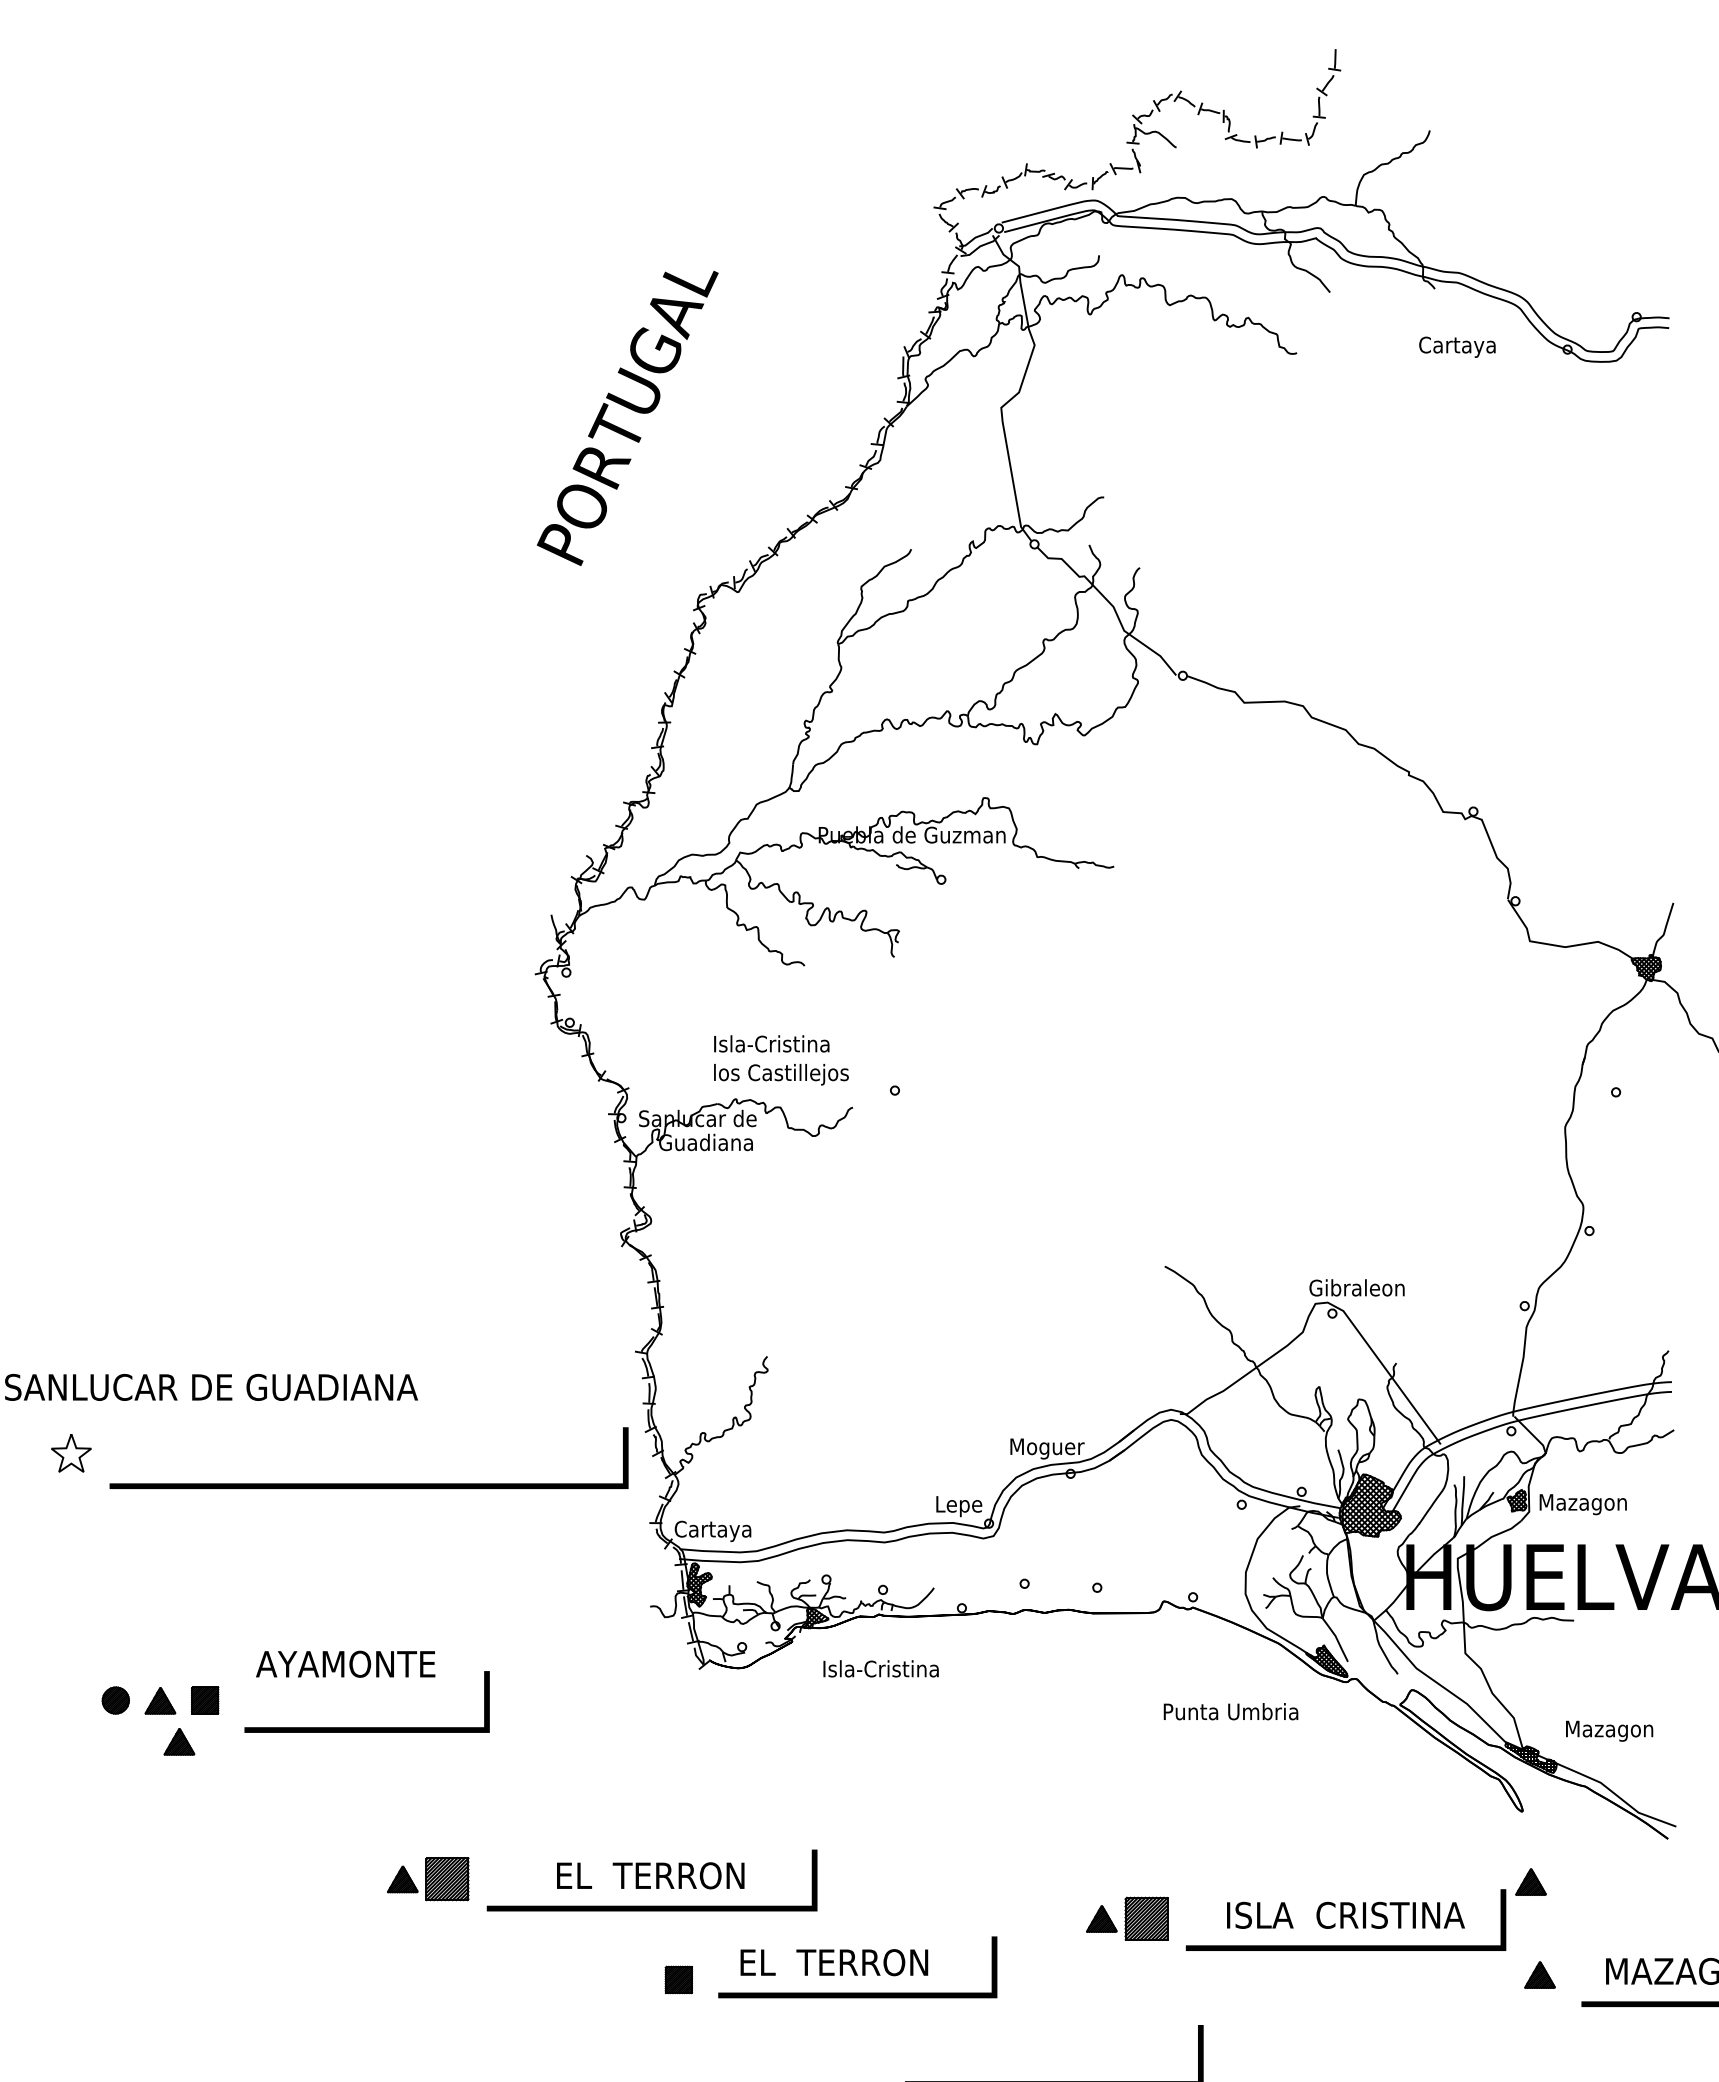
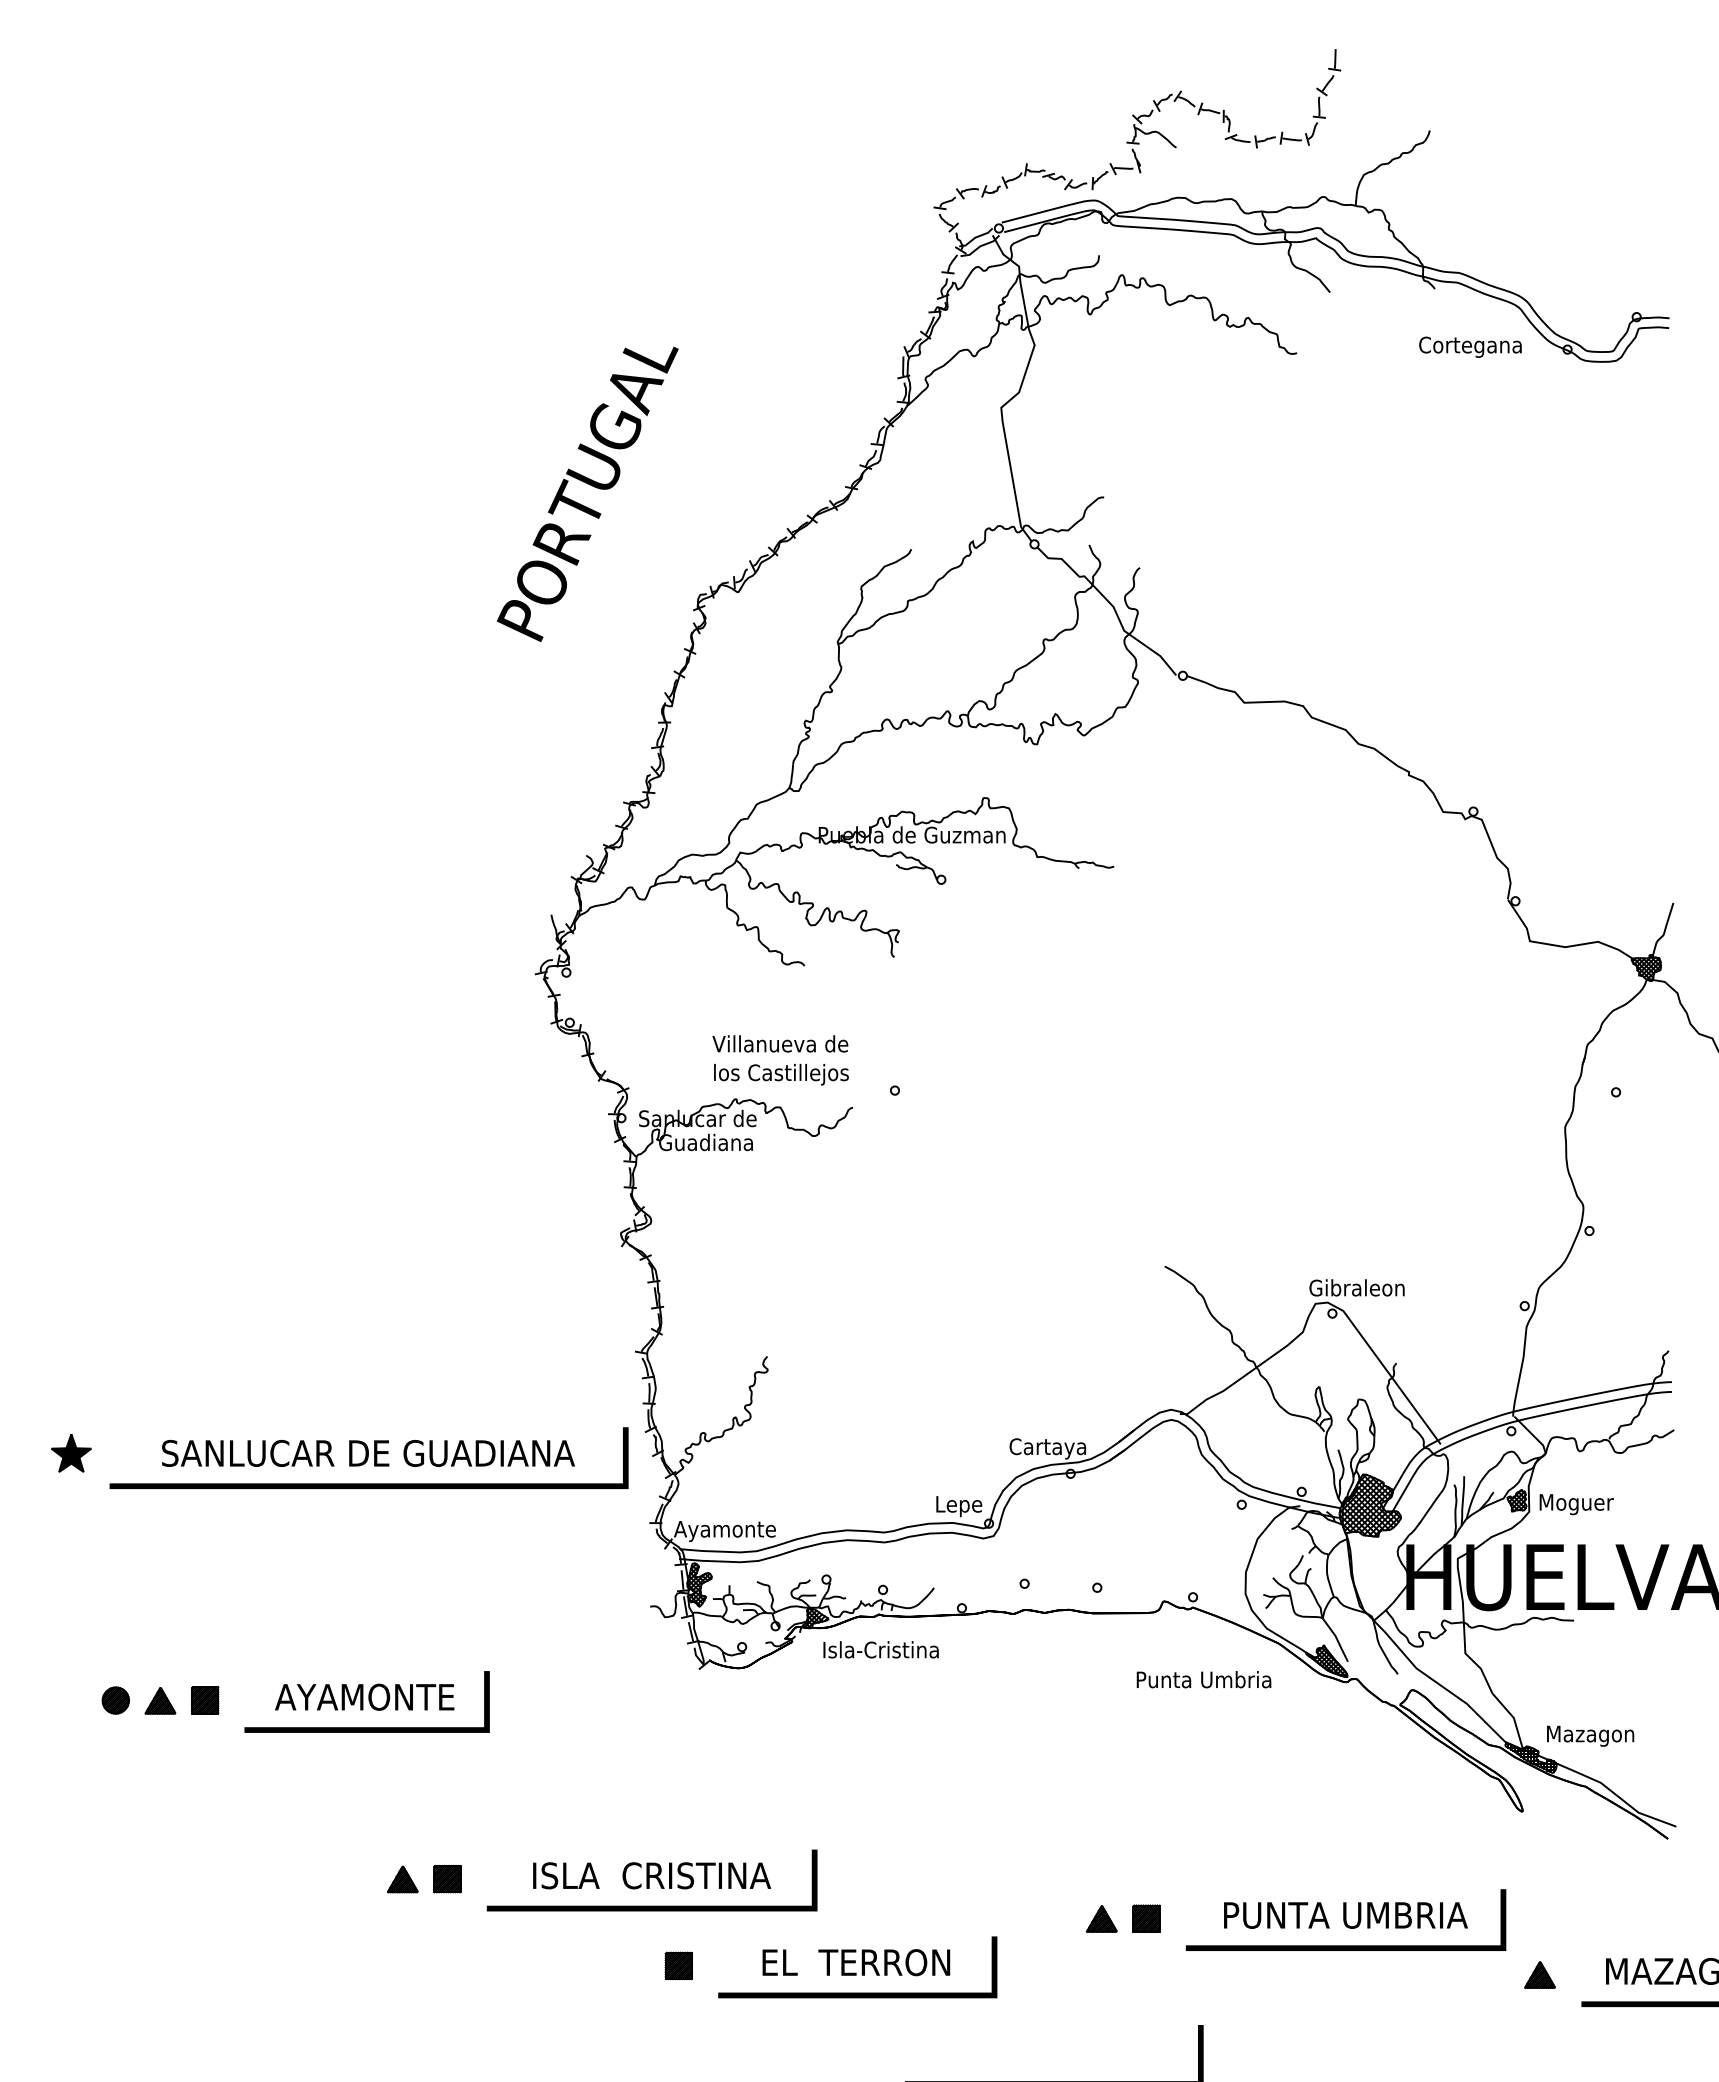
text at (1477, 348): Cartaya -> Cortegana
text at (627, 418) position: (627, 418) -> (587, 494)
text at (780, 1043): Isla-Cristina -> Villanueva de
text at (211, 1387) position: (211, 1387) -> (368, 1453)
text at (1047, 1448): Moguer -> Cartaya
fill at (71, 1453): none -> present
text at (1591, 1506): Mazagon -> Moguer
text at (724, 1531): Cartaya -> Ayamonte
text at (345, 1663) position: (345, 1663) -> (364, 1696)
text at (880, 1668) position: (880, 1668) -> (880, 1649)
text at (1230, 1711) position: (1230, 1711) -> (1203, 1679)
text at (1609, 1730) position: (1609, 1730) -> (1590, 1735)
part at (179, 1741): present -> none
text at (652, 1875): EL  TERRON -> ISLA  CRISTINA
part at (447, 1879) size: 45x45 px -> 29x30 px
part at (1530, 1881): present -> none
text at (1345, 1914): ISLA  CRISTINA -> PUNTA UMBRIA
part at (1146, 1918) size: 45x45 px -> 29x29 px
text at (834, 1962) position: (834, 1962) -> (856, 1962)
part at (678, 1979) position: (678, 1979) -> (678, 1965)
